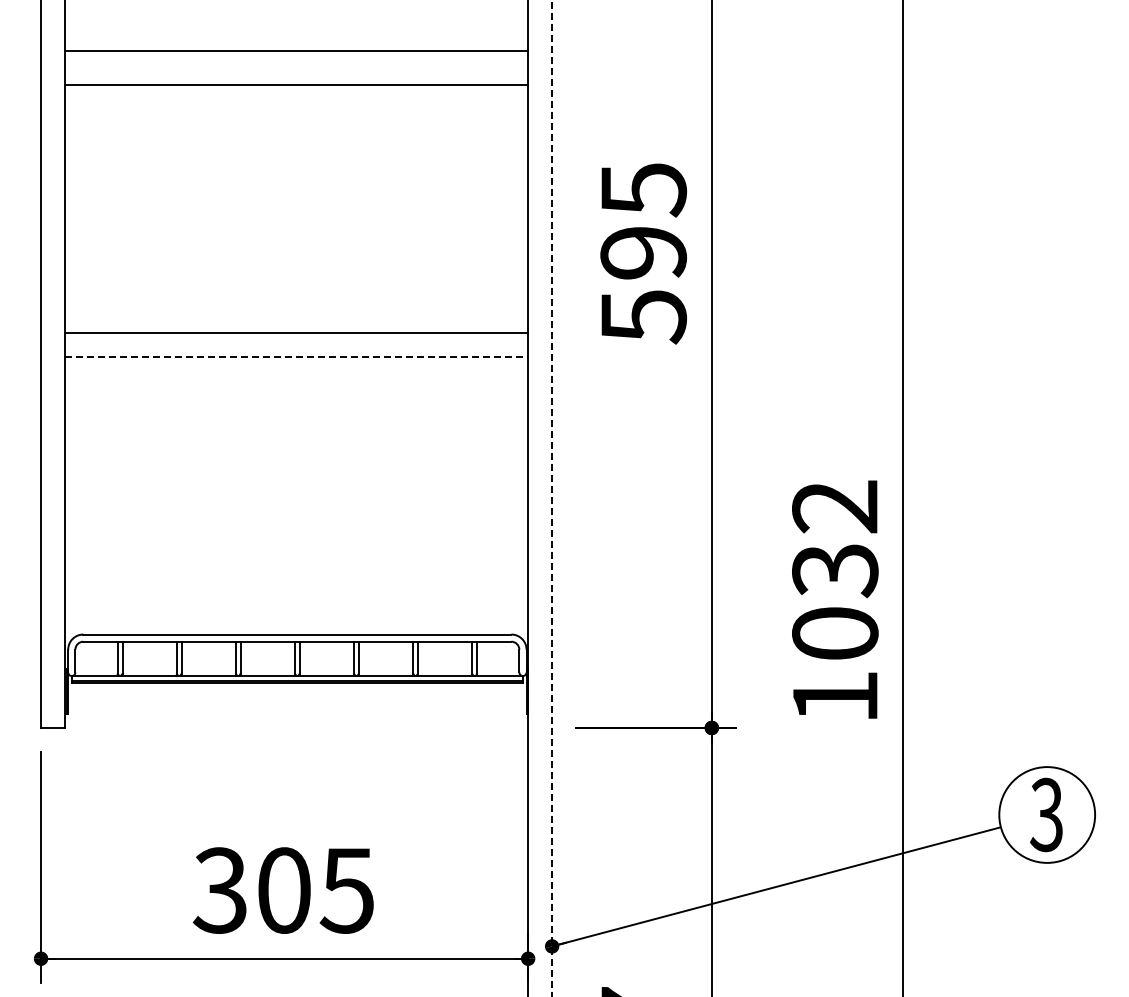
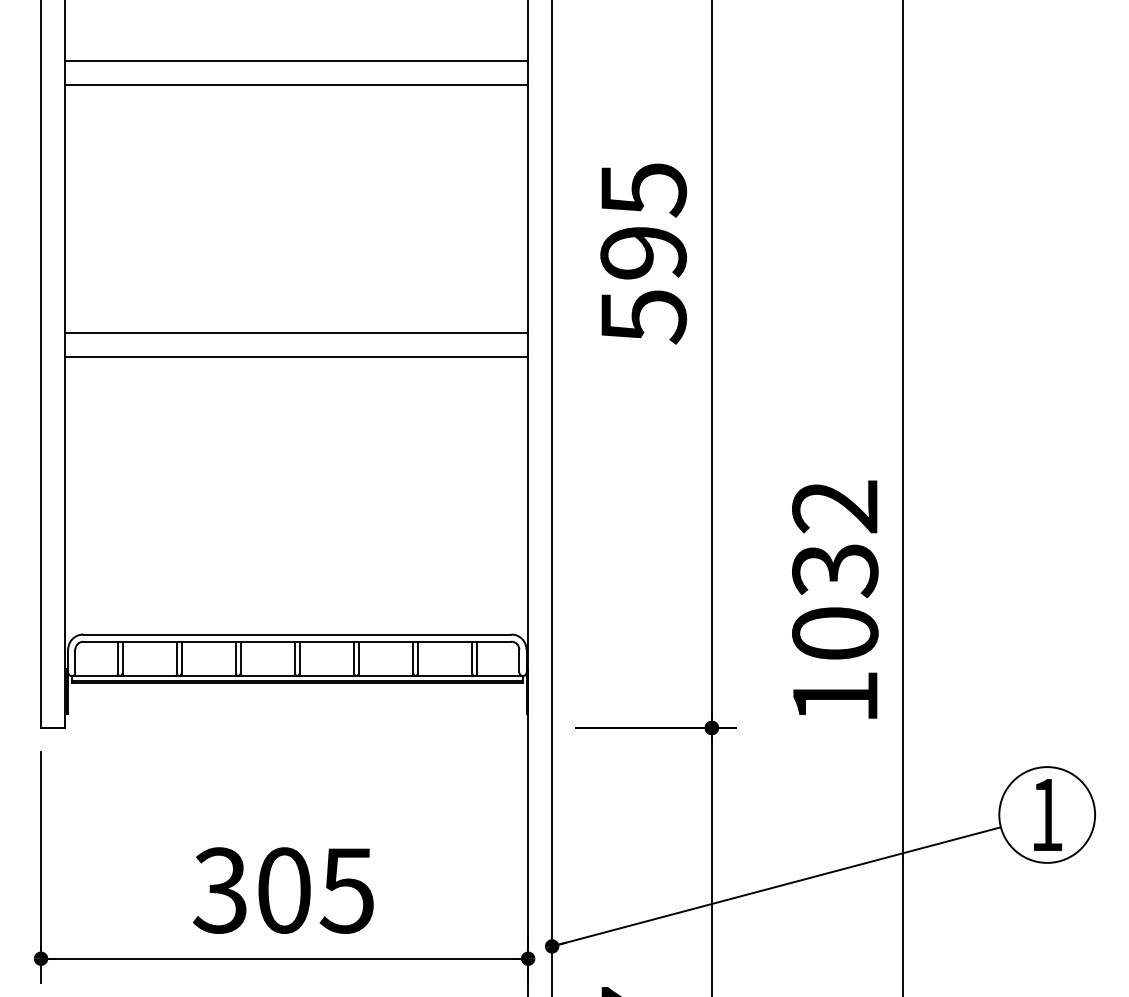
line at (296, 51) position: (296, 51) -> (296, 61)
line at (296, 356): dashed -> solid
line at (552, 498): dashed -> solid
text at (1046, 814): 3 -> 1
